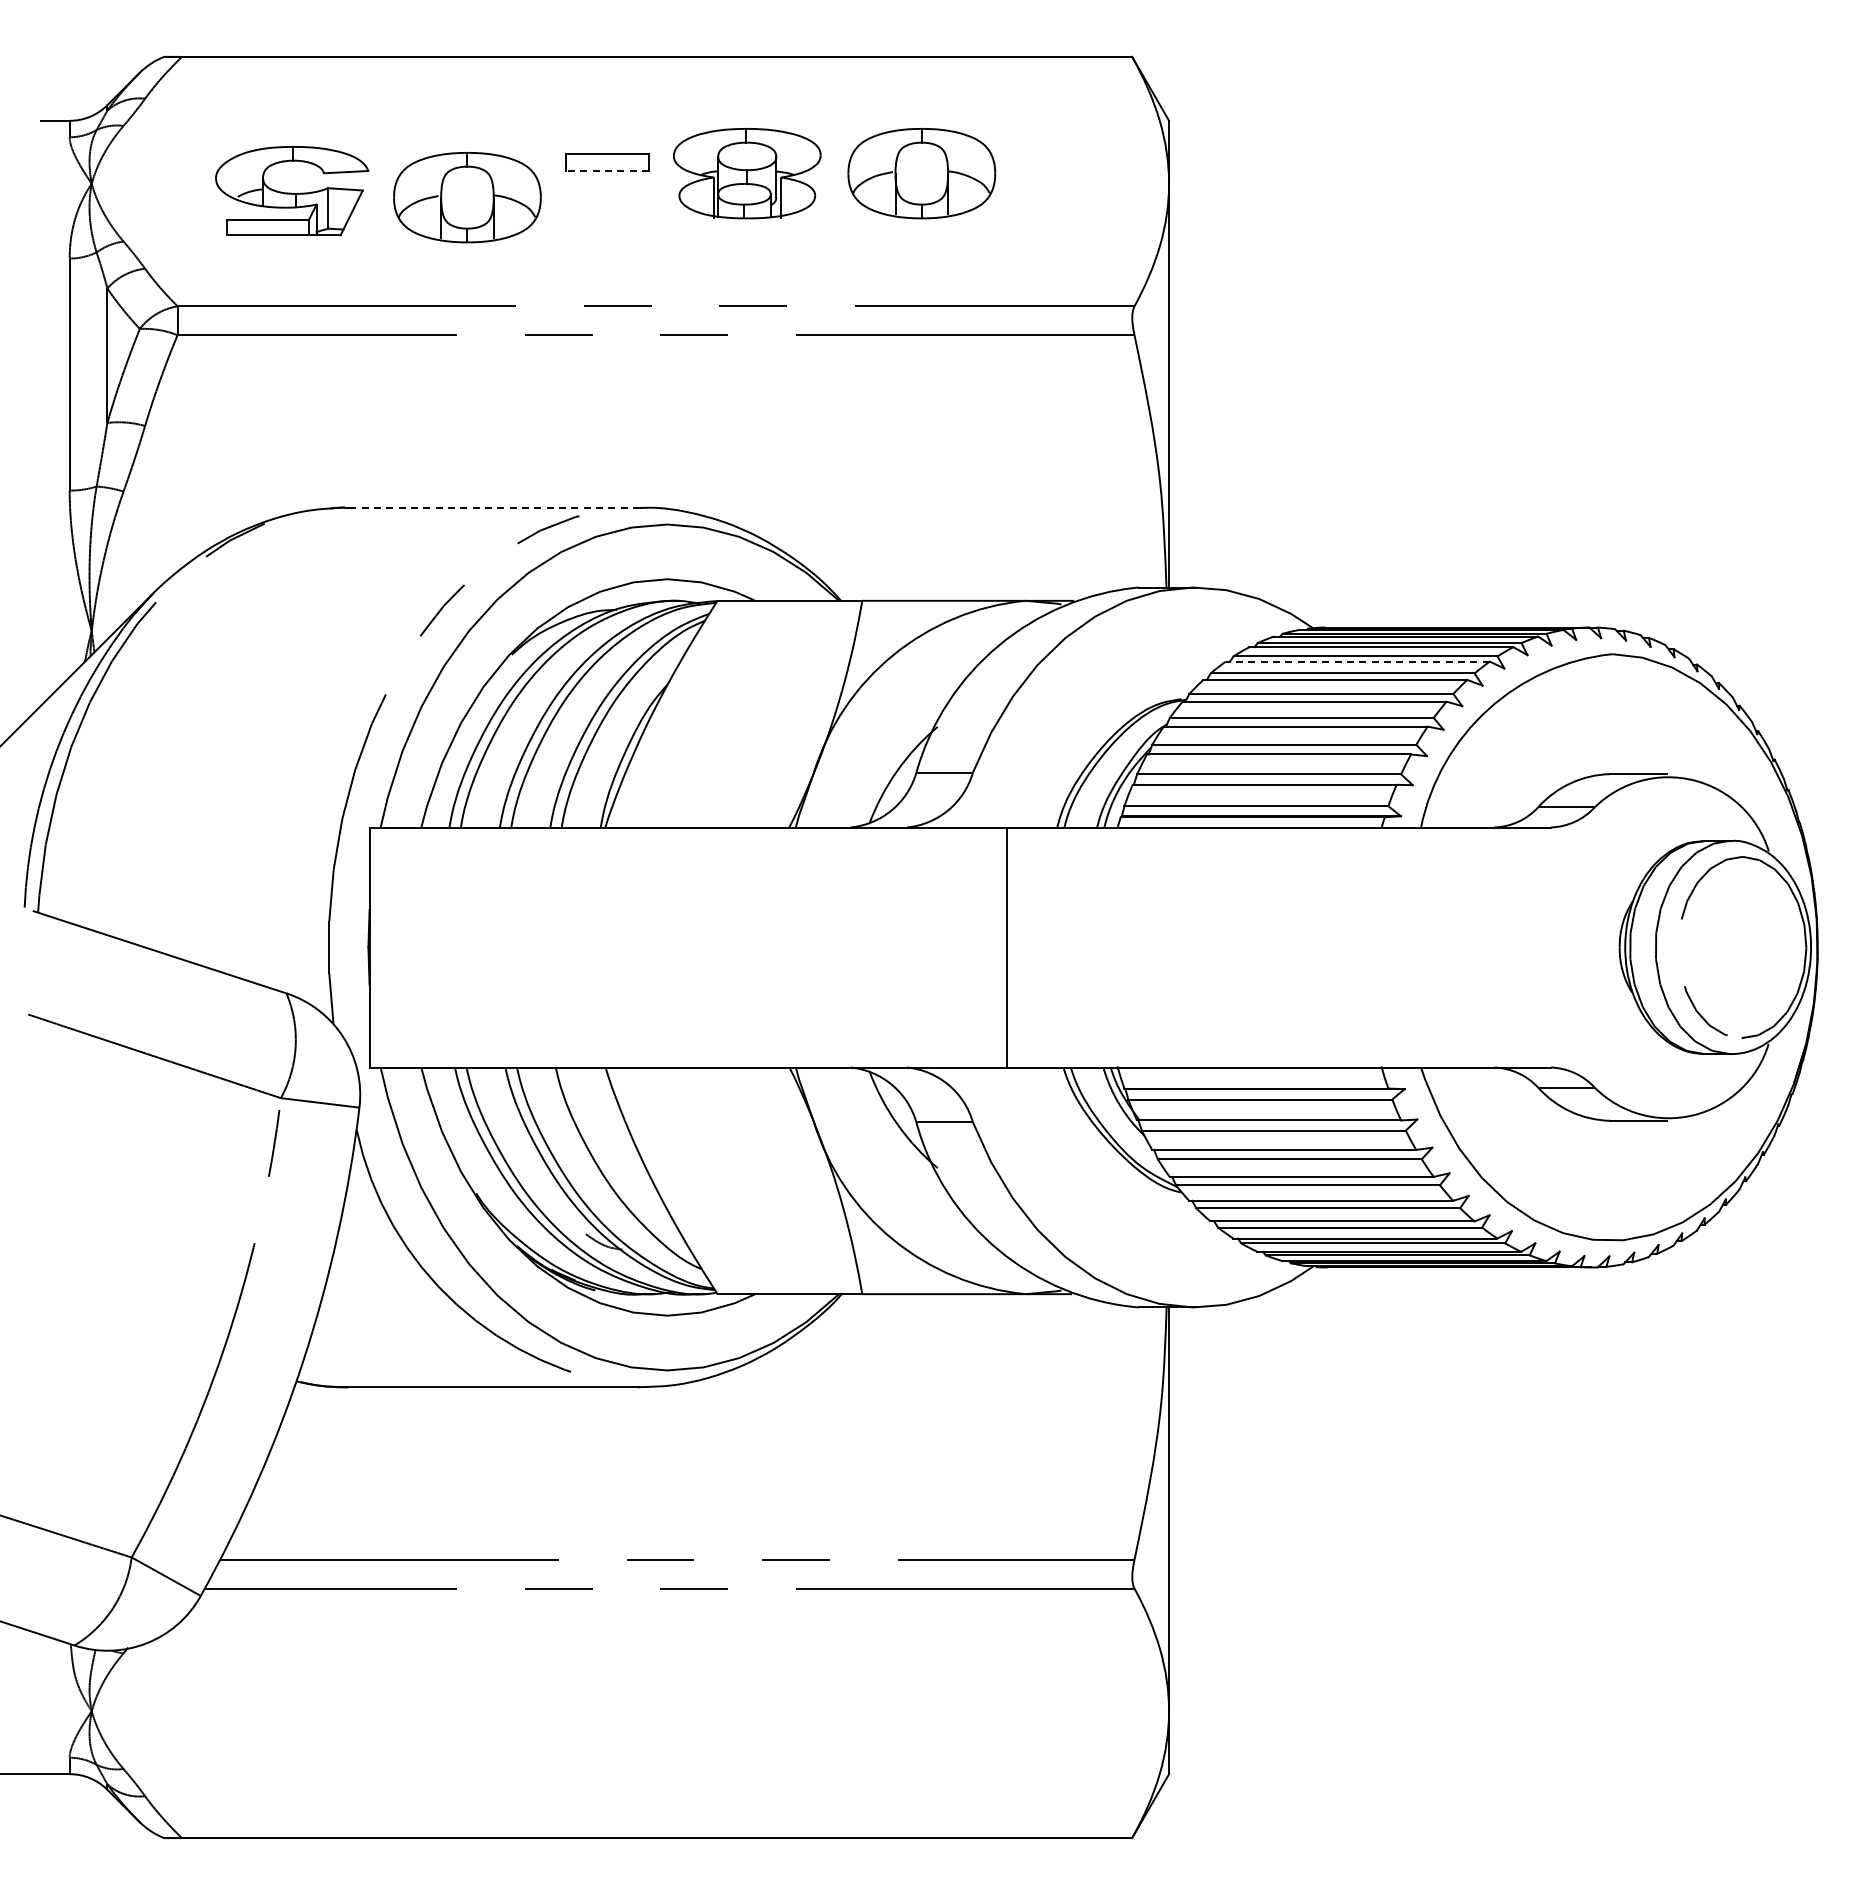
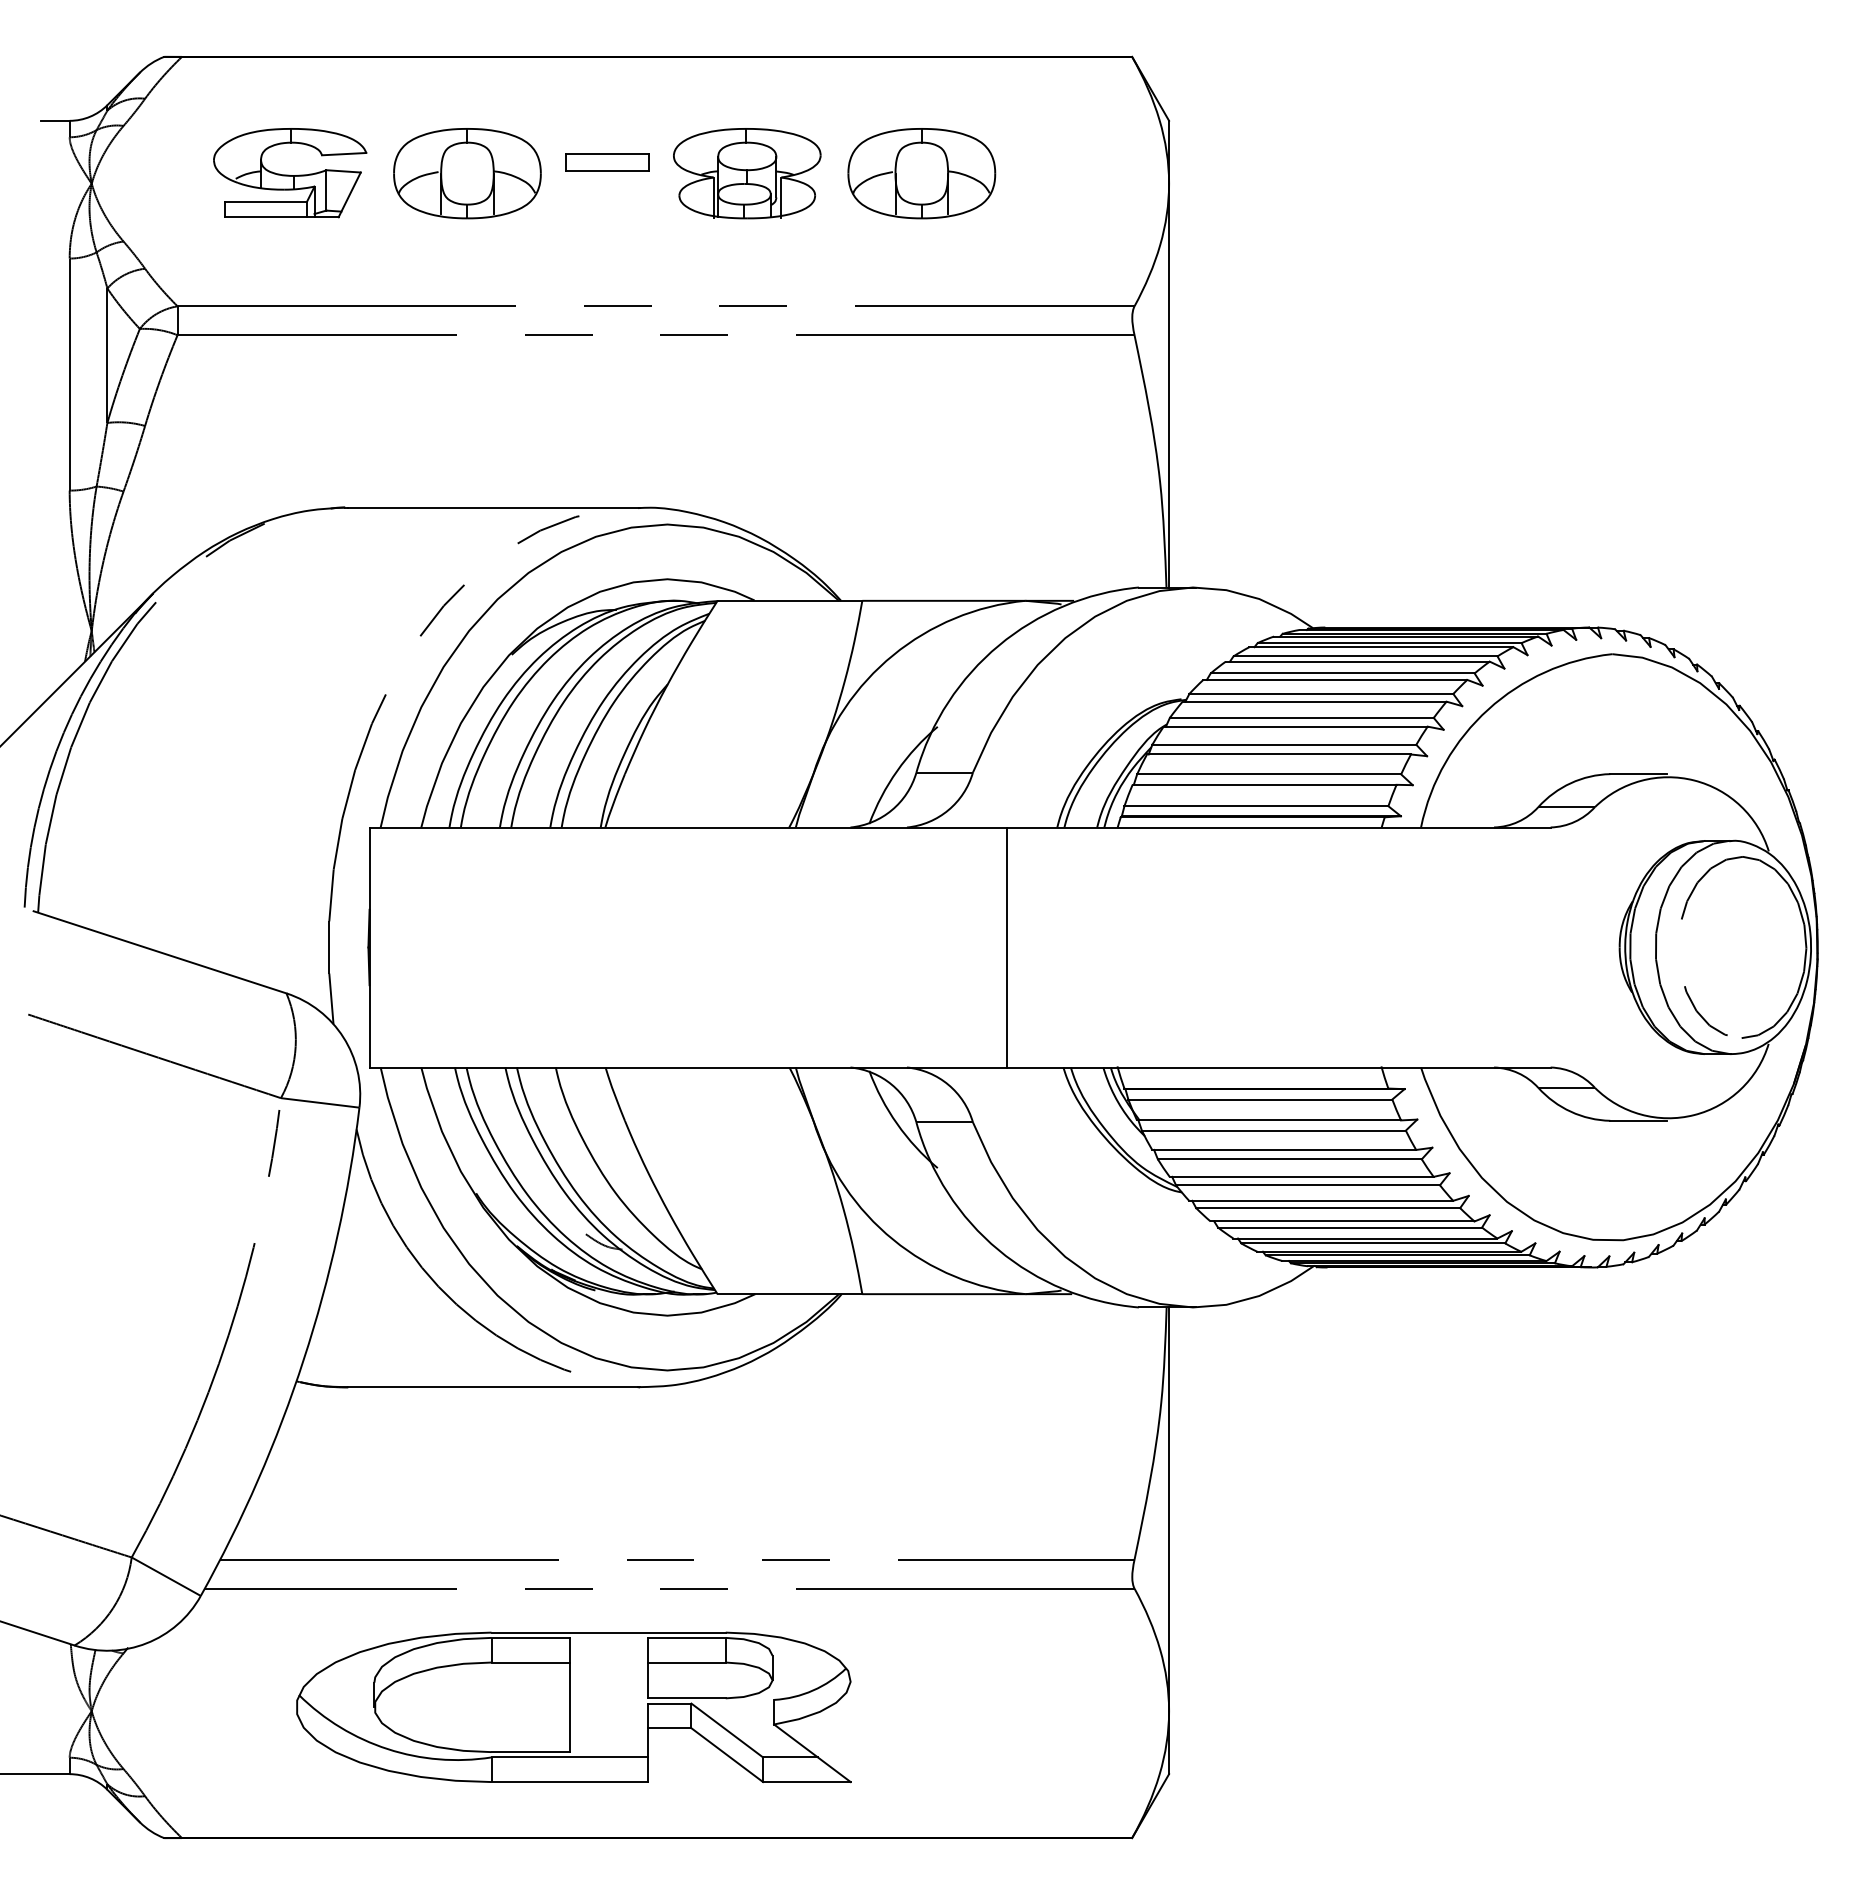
line at (607, 171): dashed -> solid
part at (292, 191) position: (292, 191) -> (290, 173)
part at (467, 197) position: (467, 197) -> (467, 173)
line at (494, 507): dashed -> solid
line at (1357, 661): dashed -> solid
part at (573, 1707): none -> present
